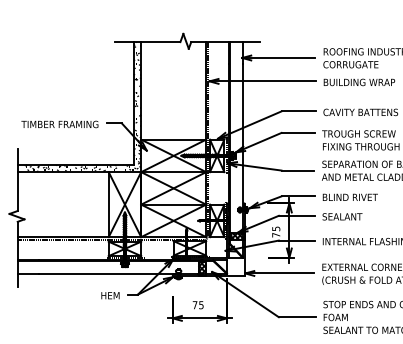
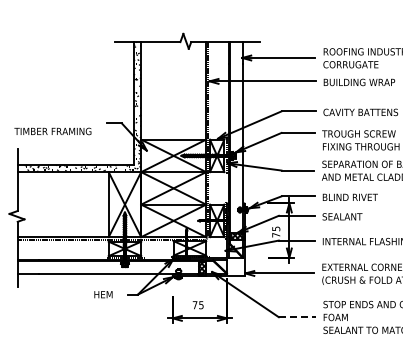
text at (59, 124) position: (59, 124) -> (52, 131)
text at (110, 295) position: (110, 295) -> (103, 294)
line at (297, 317): solid -> dashed
